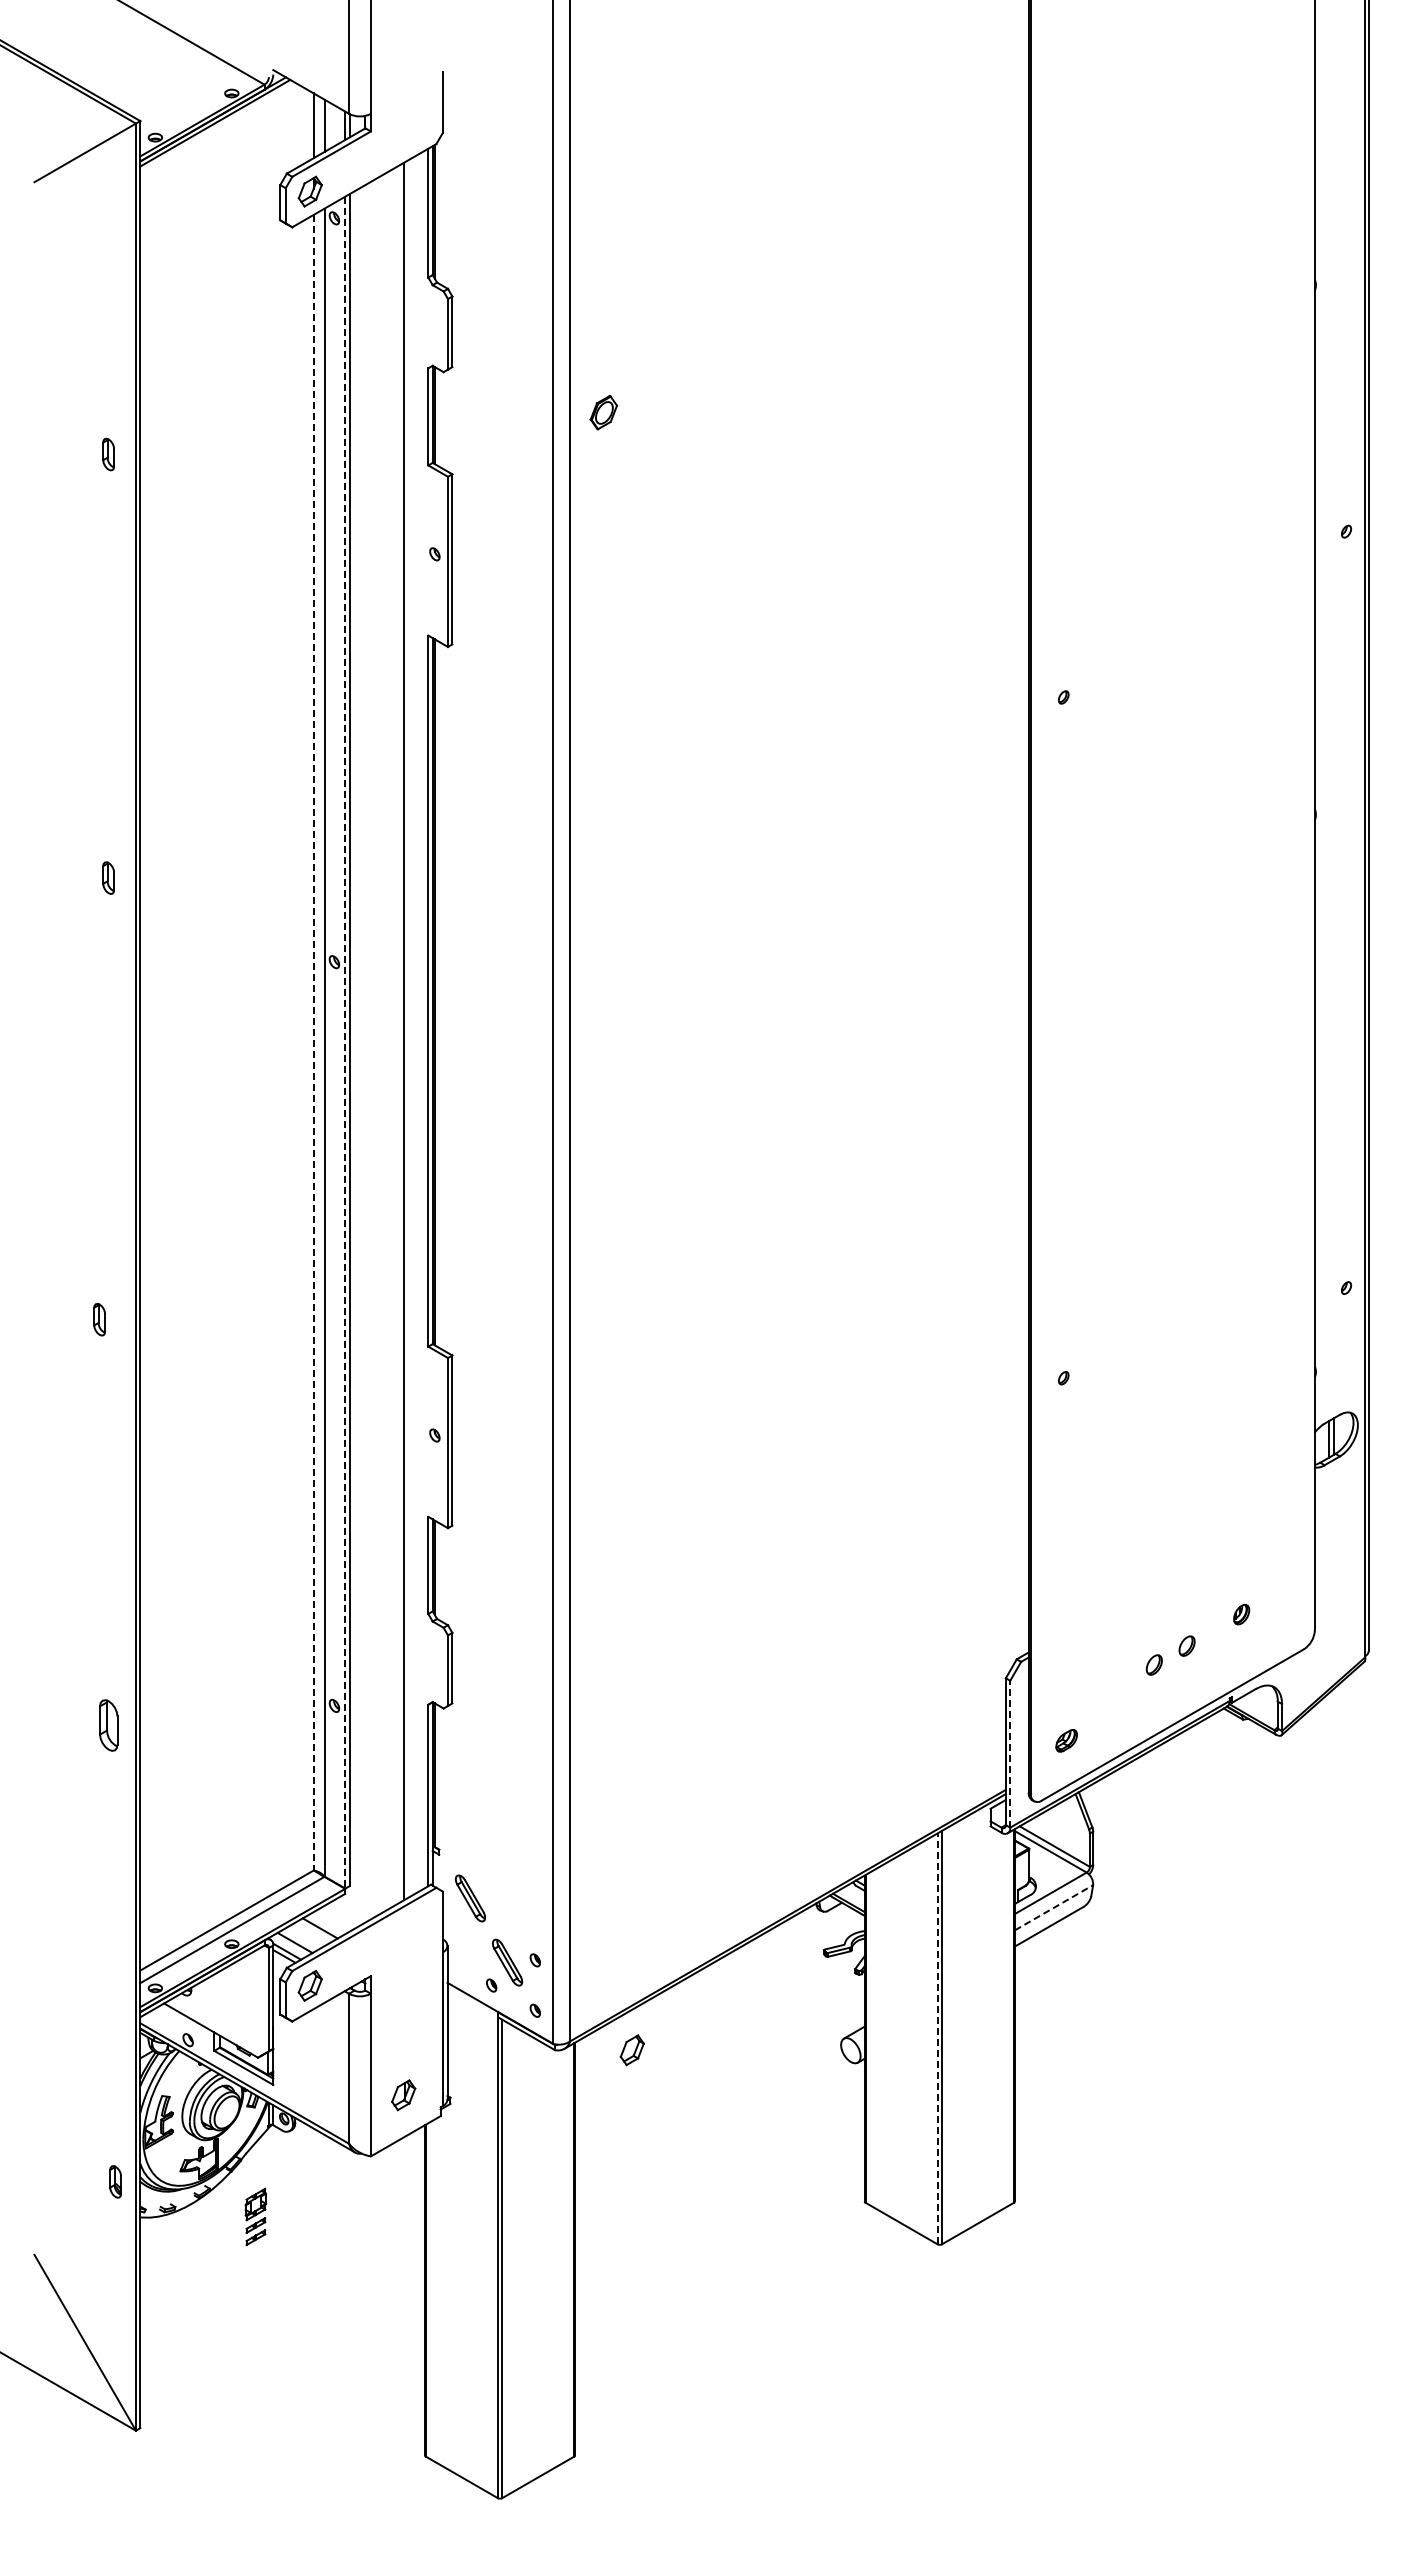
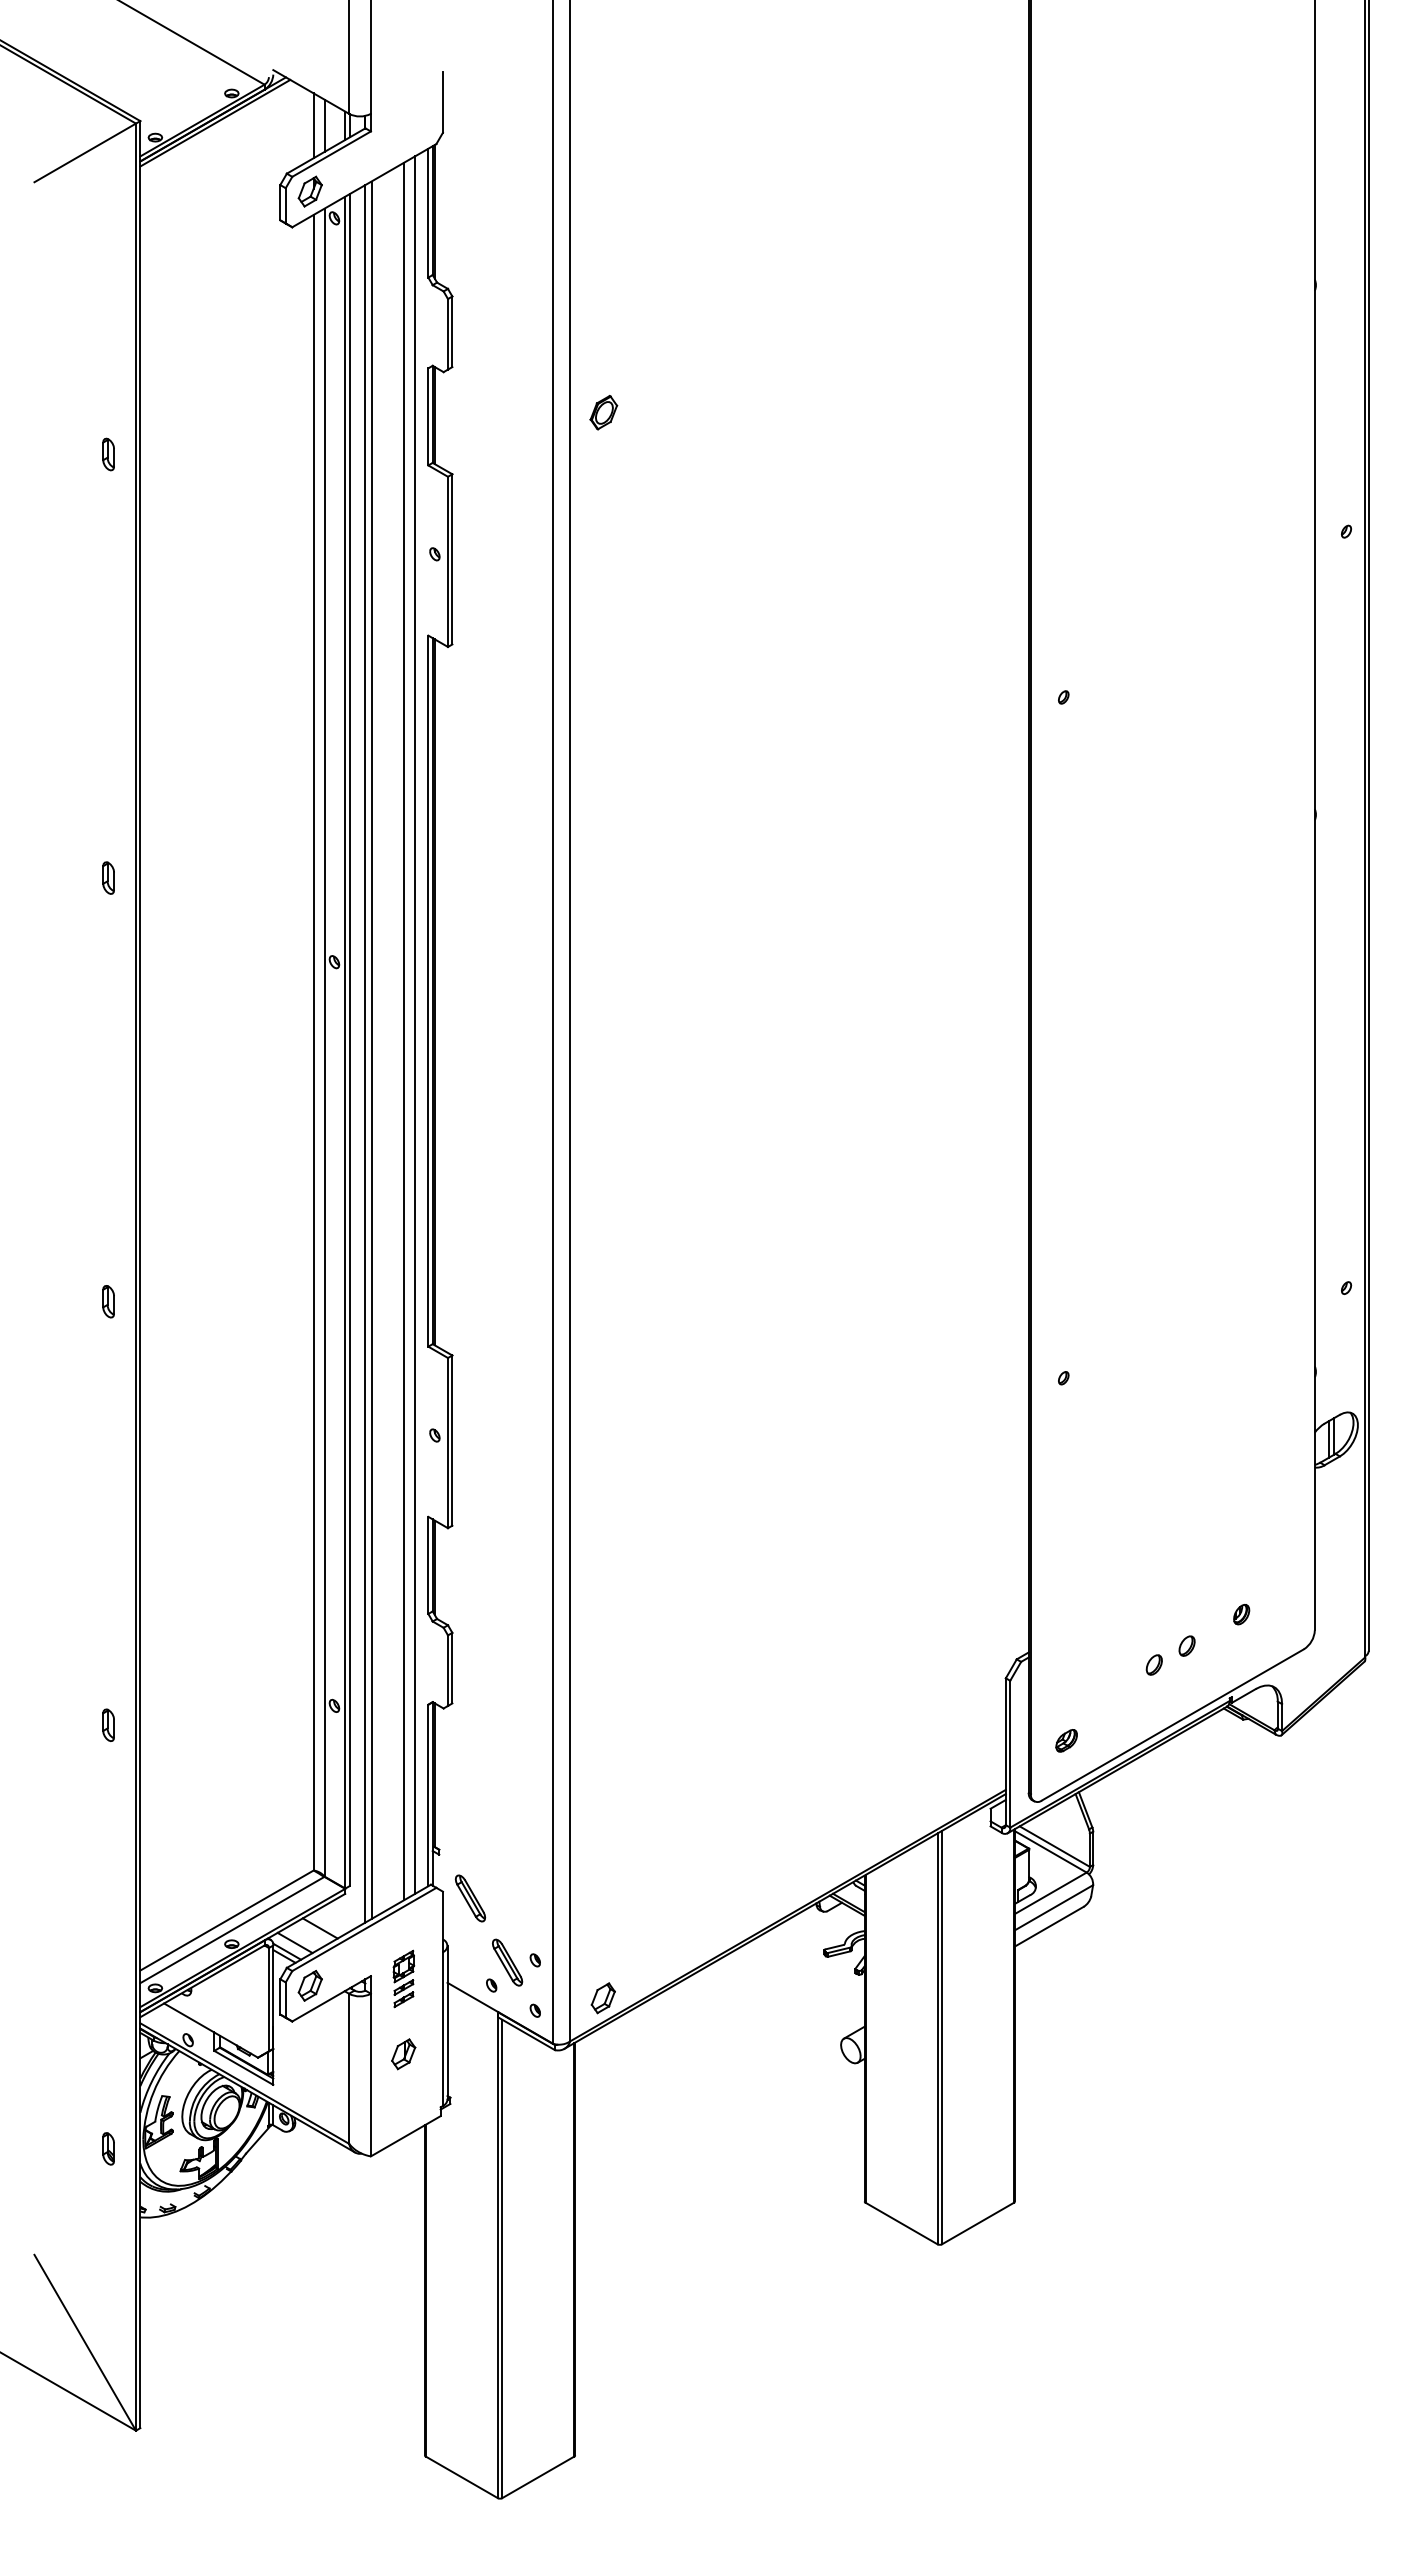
line at (415, 1024): none -> present
line at (313, 1042): dashed -> solid
line at (345, 1042): dashed -> solid
line at (371, 1050): none -> present
line at (365, 1053): none -> present
part at (99, 1319) position: (99, 1319) -> (108, 1301)
part at (108, 1725) size: 20x53 px -> 13x34 px
line at (1010, 1753): dashed -> solid
line at (1054, 1907): dashed -> solid
line at (937, 2038): dashed -> solid
part at (631, 2050) position: (631, 2050) -> (602, 1998)
part at (403, 2095) position: (403, 2095) -> (403, 2054)
part at (115, 2181) position: (115, 2181) -> (108, 2148)
part at (255, 2216) position: (255, 2216) -> (403, 1978)
